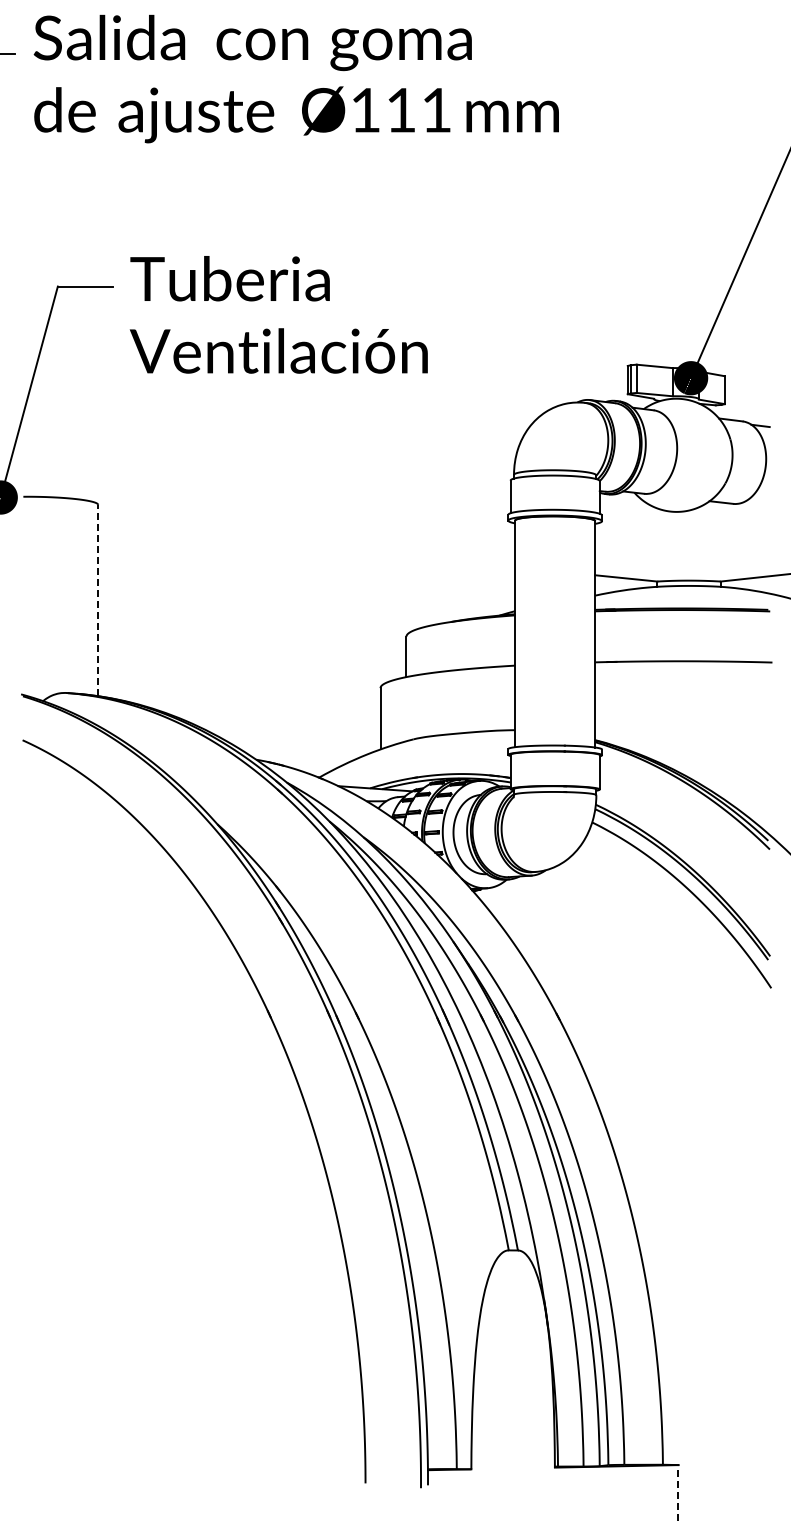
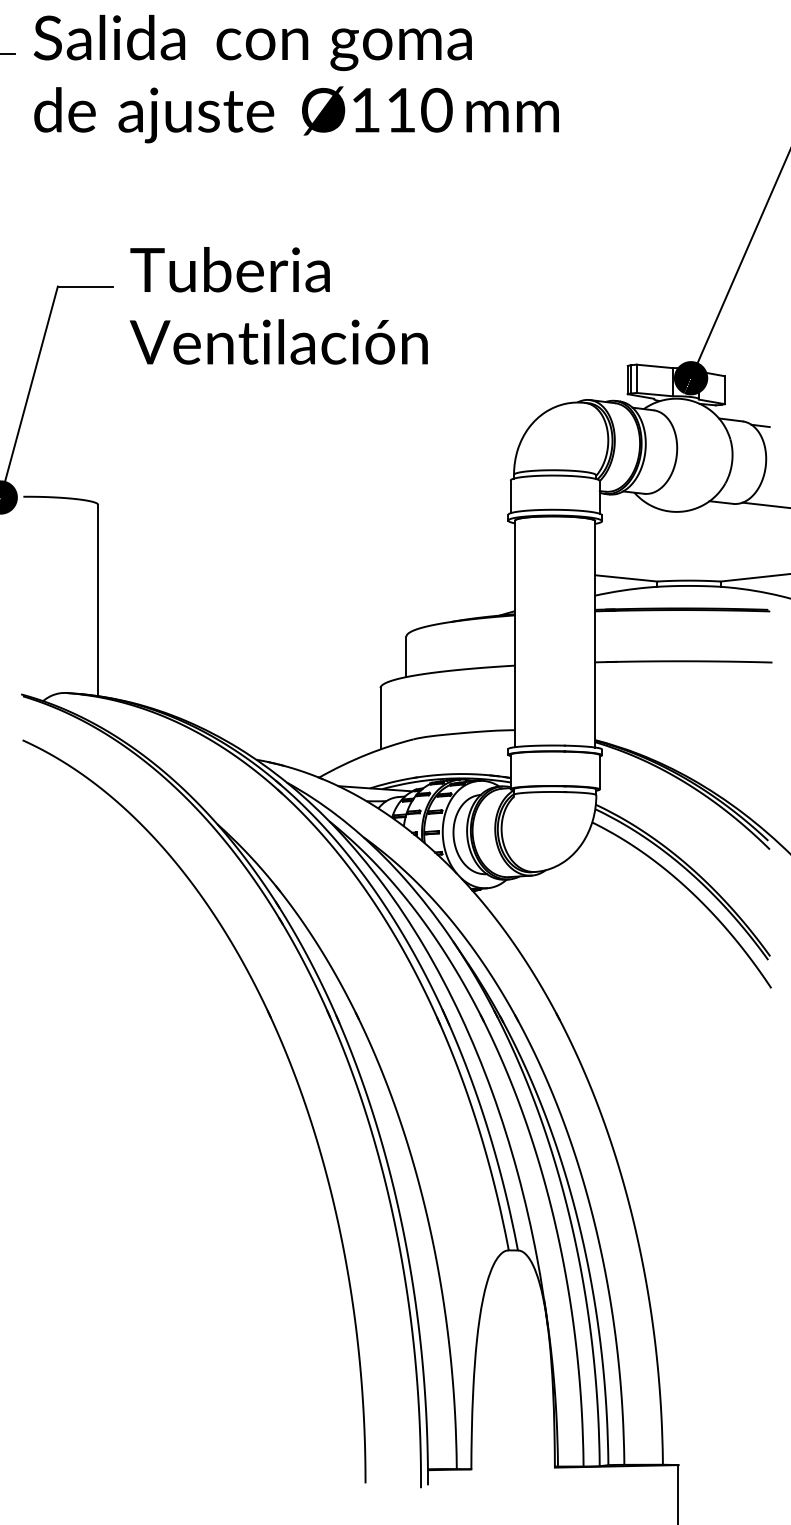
text at (436, 109): Ø111 -> Ø110
text at (278, 314) position: (278, 314) -> (278, 305)
line at (764, 504): none -> present
line at (98, 600): dashed -> solid
line at (678, 1494): dashed -> solid
